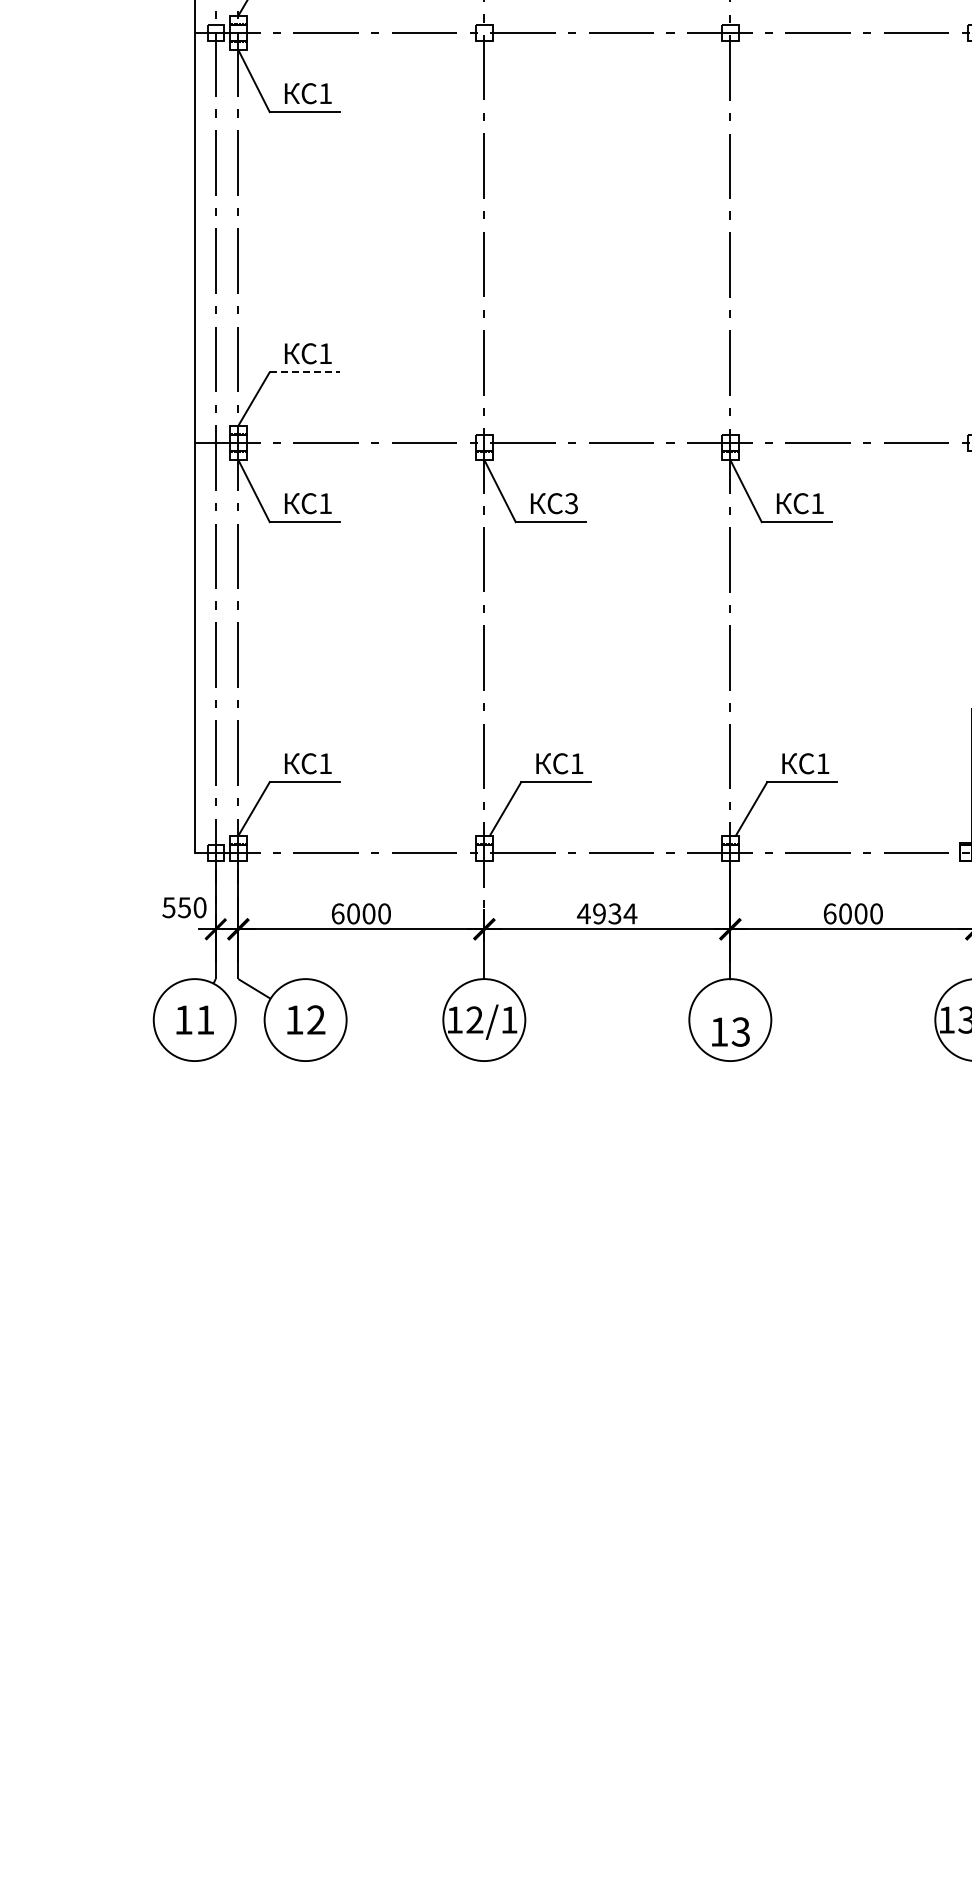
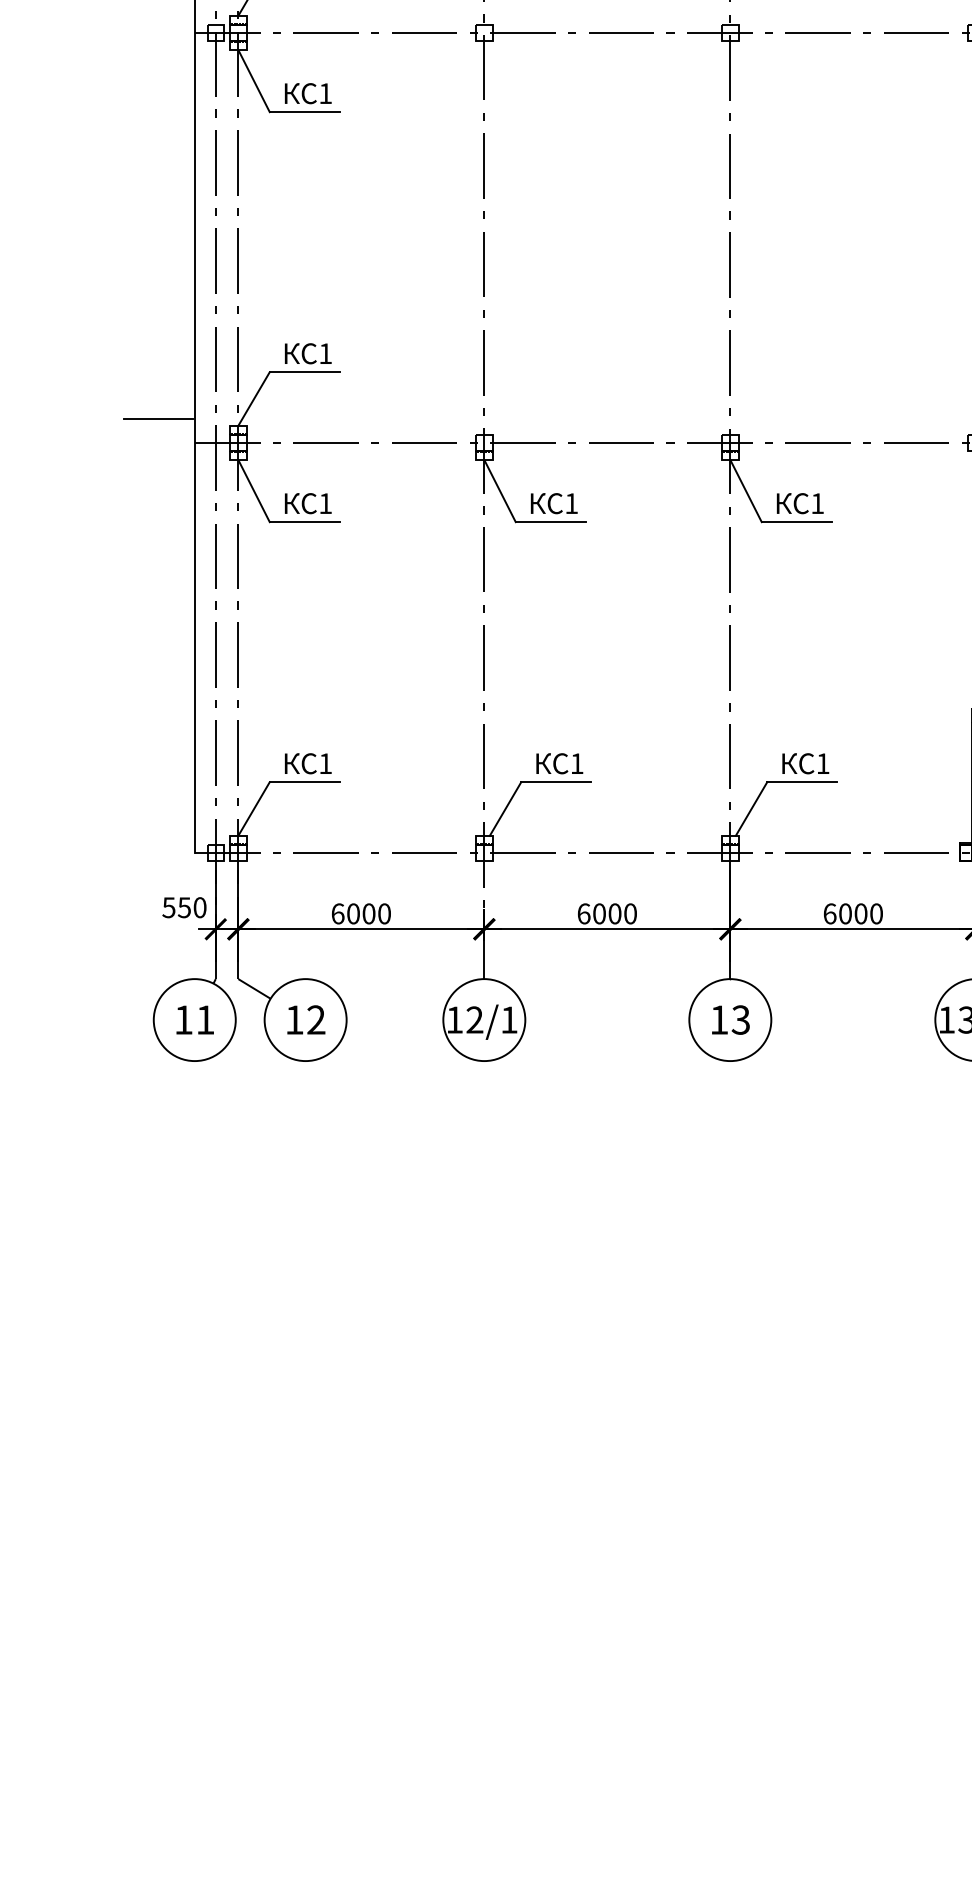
line at (305, 372): dashed -> solid
line at (158, 419): none -> present
text at (571, 503): 3 -> 1
text at (606, 913): 4934 -> 6000
text at (730, 1031) position: (730, 1031) -> (730, 1019)
